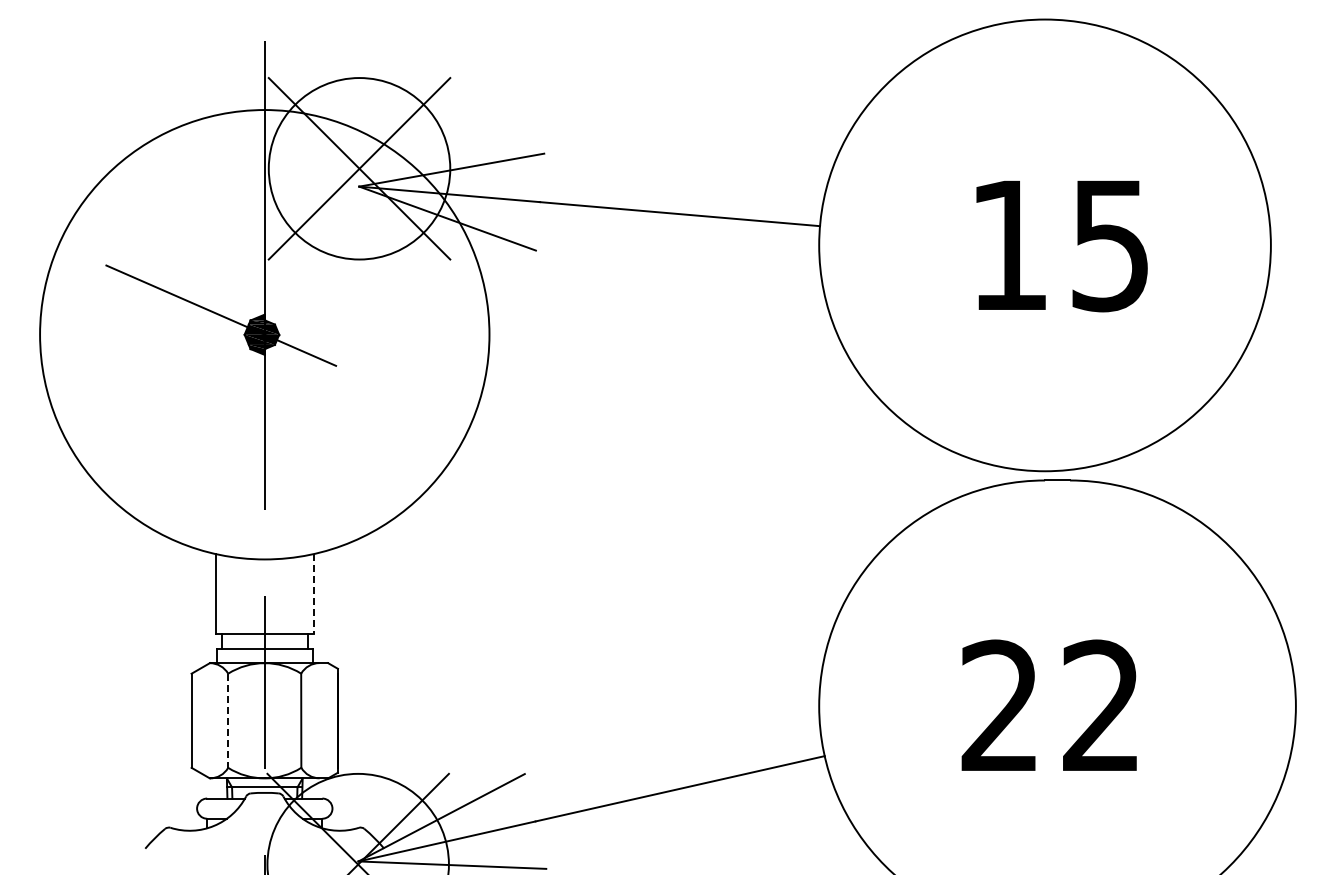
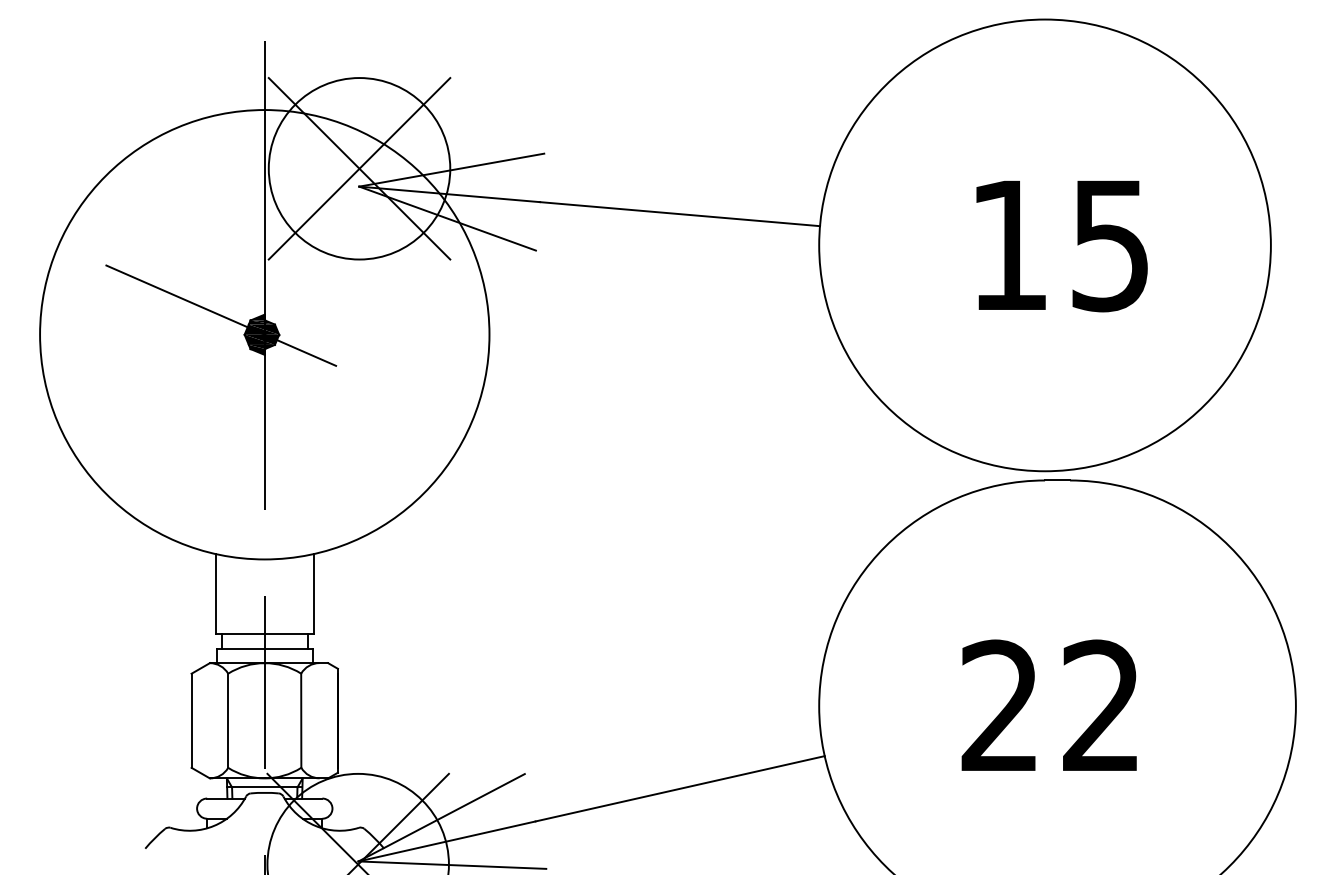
line at (313, 594): dashed -> solid
line at (228, 721): dashed -> solid
